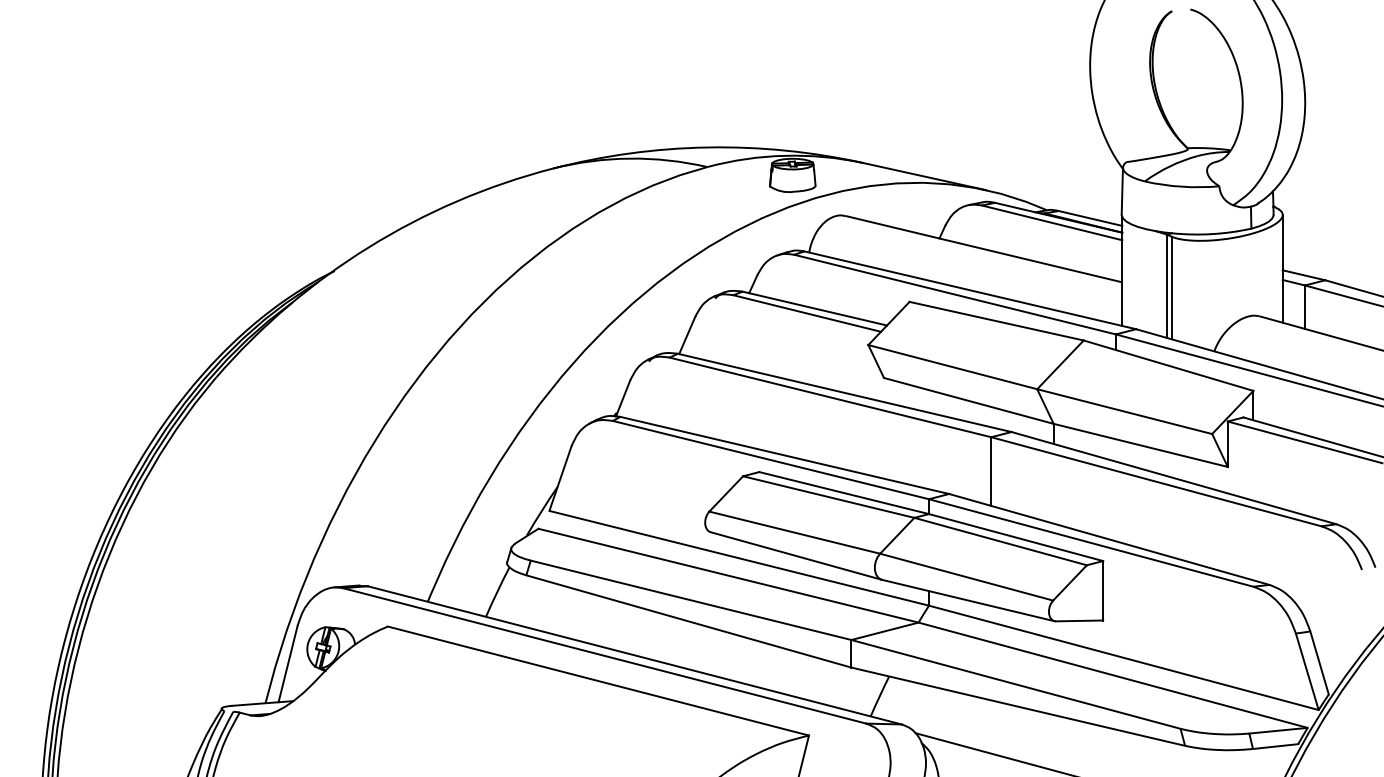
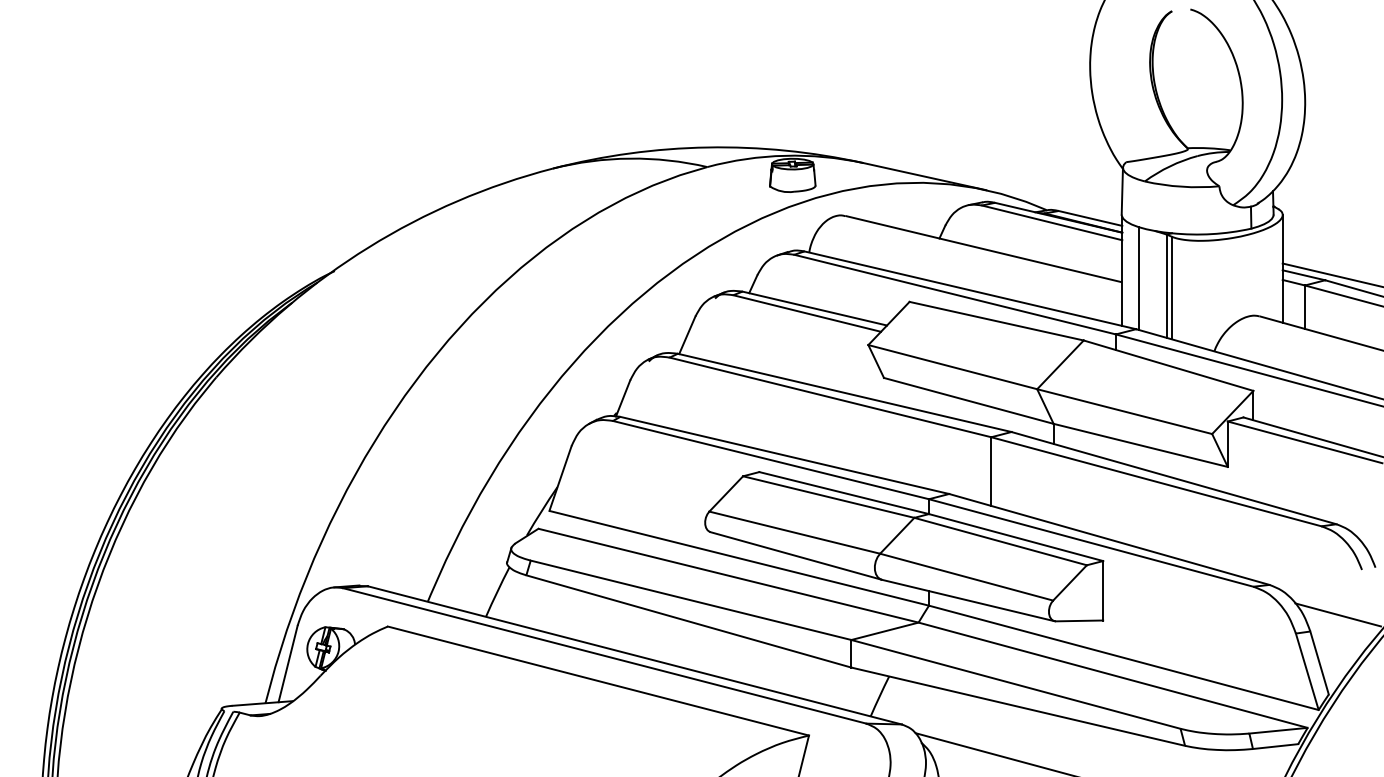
line at (1331, 274): none -> present
line at (1139, 278): none -> present
line at (1337, 614): none -> present
